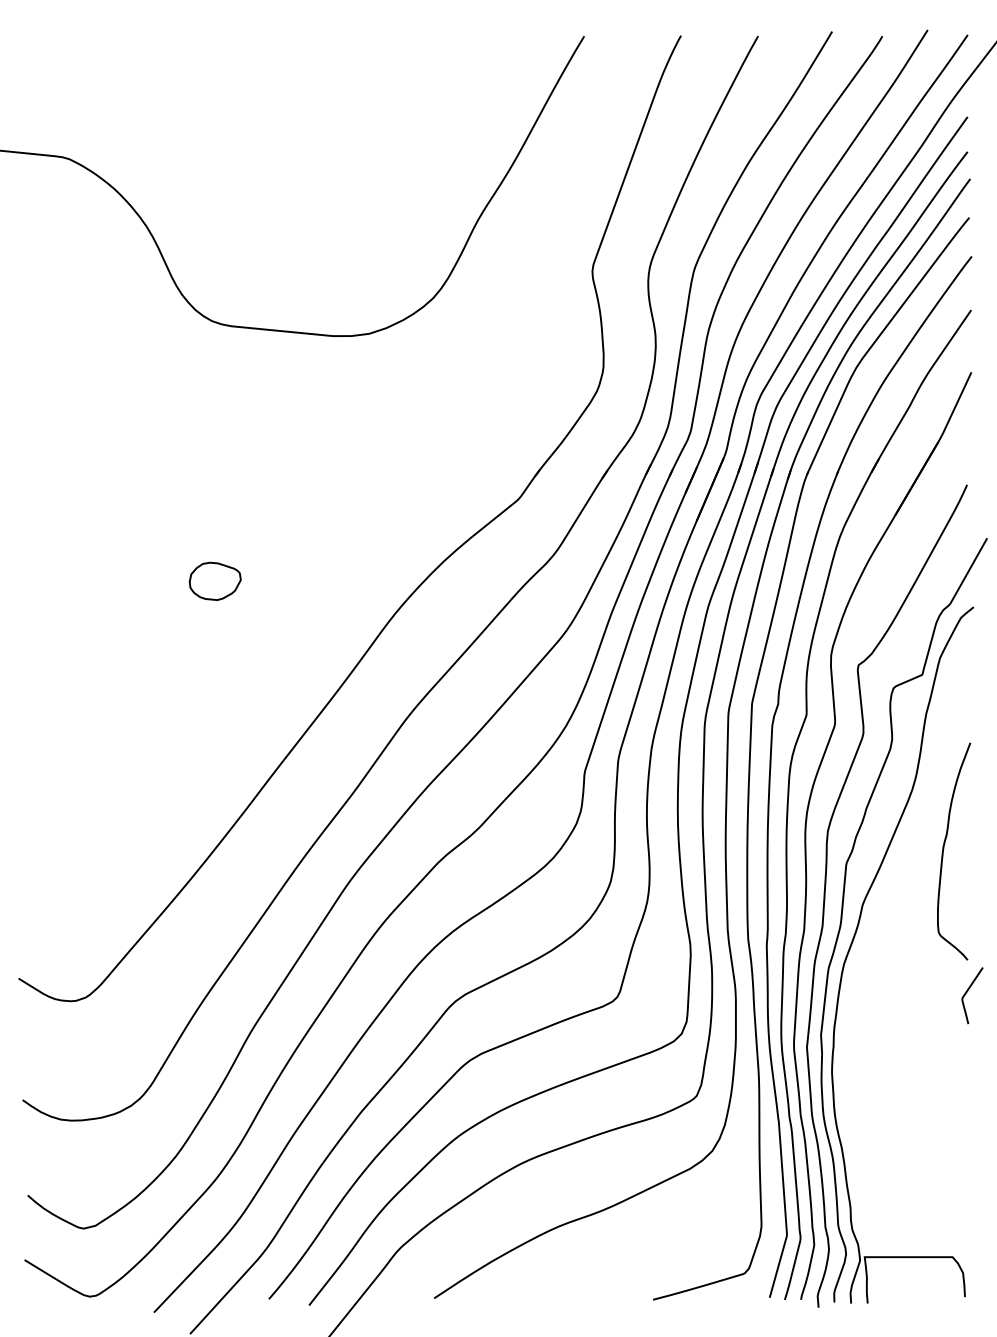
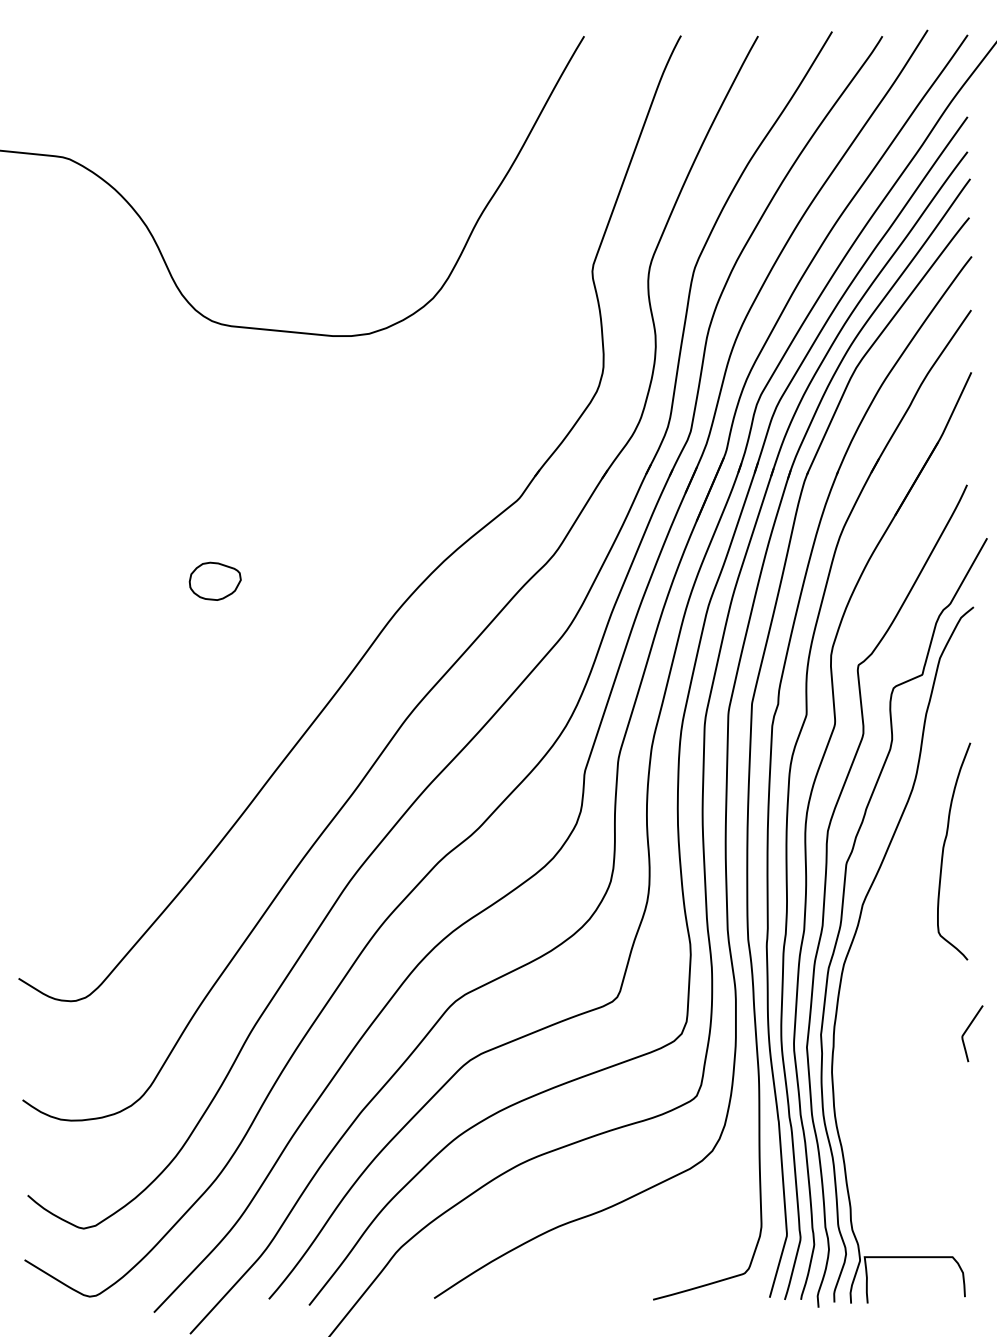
curve at (968, 991) position: (968, 991) -> (968, 1029)
